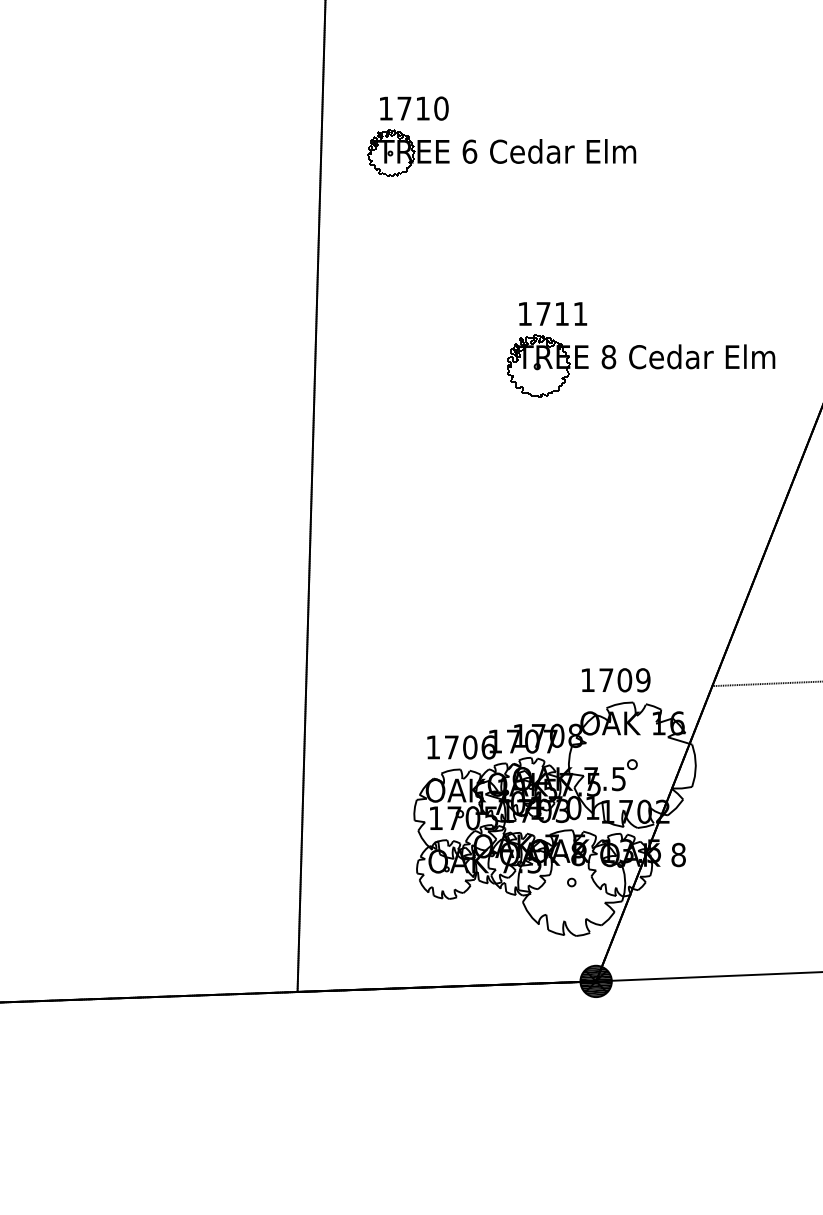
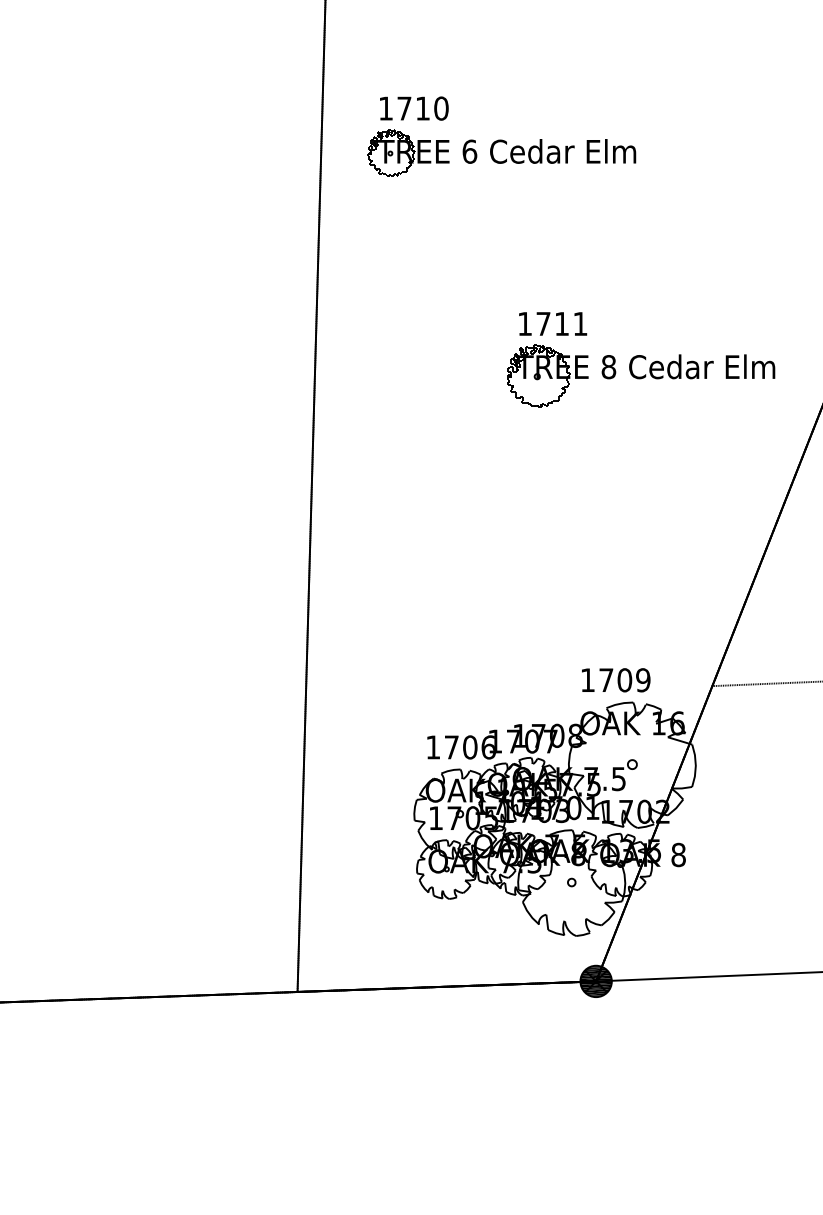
part at (641, 349) position: (641, 349) -> (641, 359)
